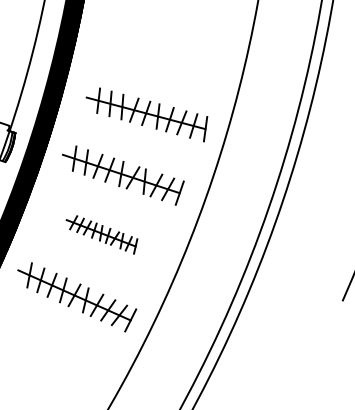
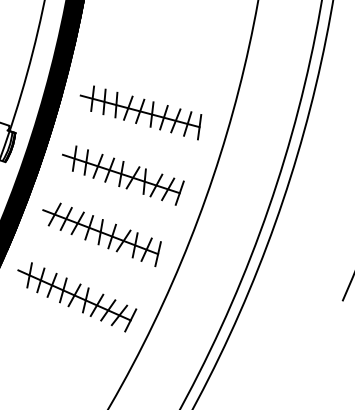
part at (146, 114) position: (146, 114) -> (140, 112)
part at (101, 234) size: 74x40 px -> 120x66 px
